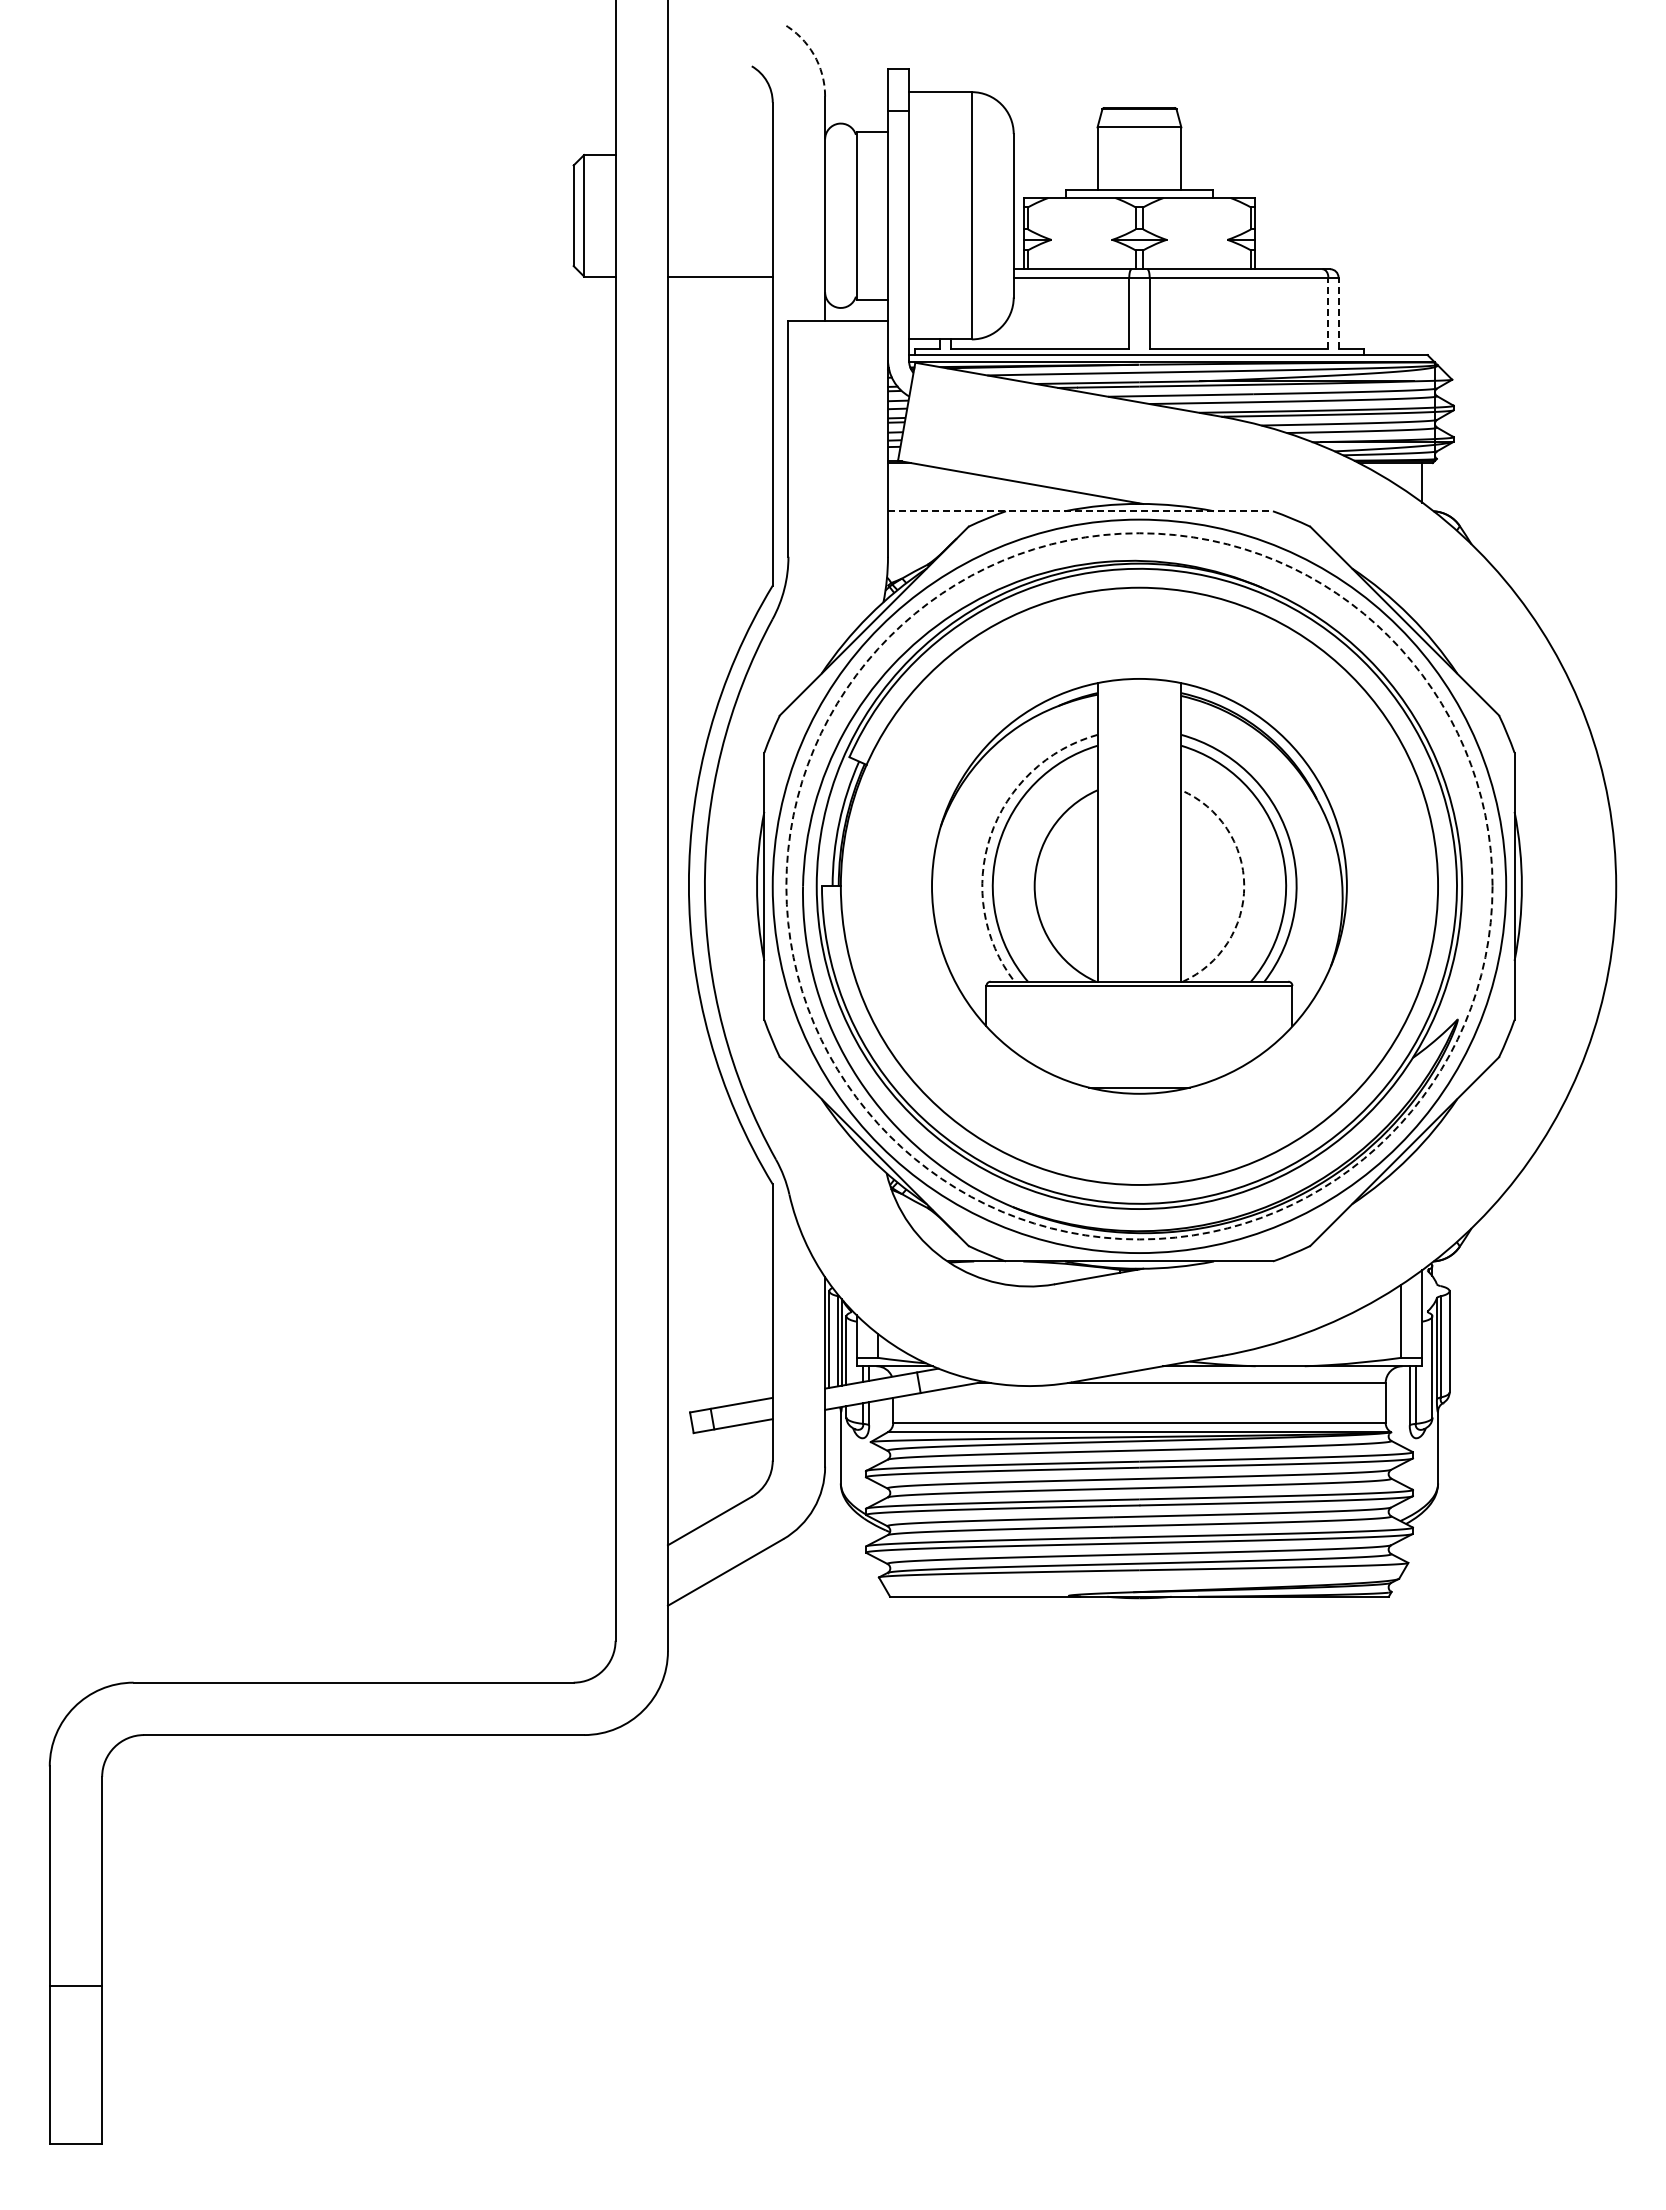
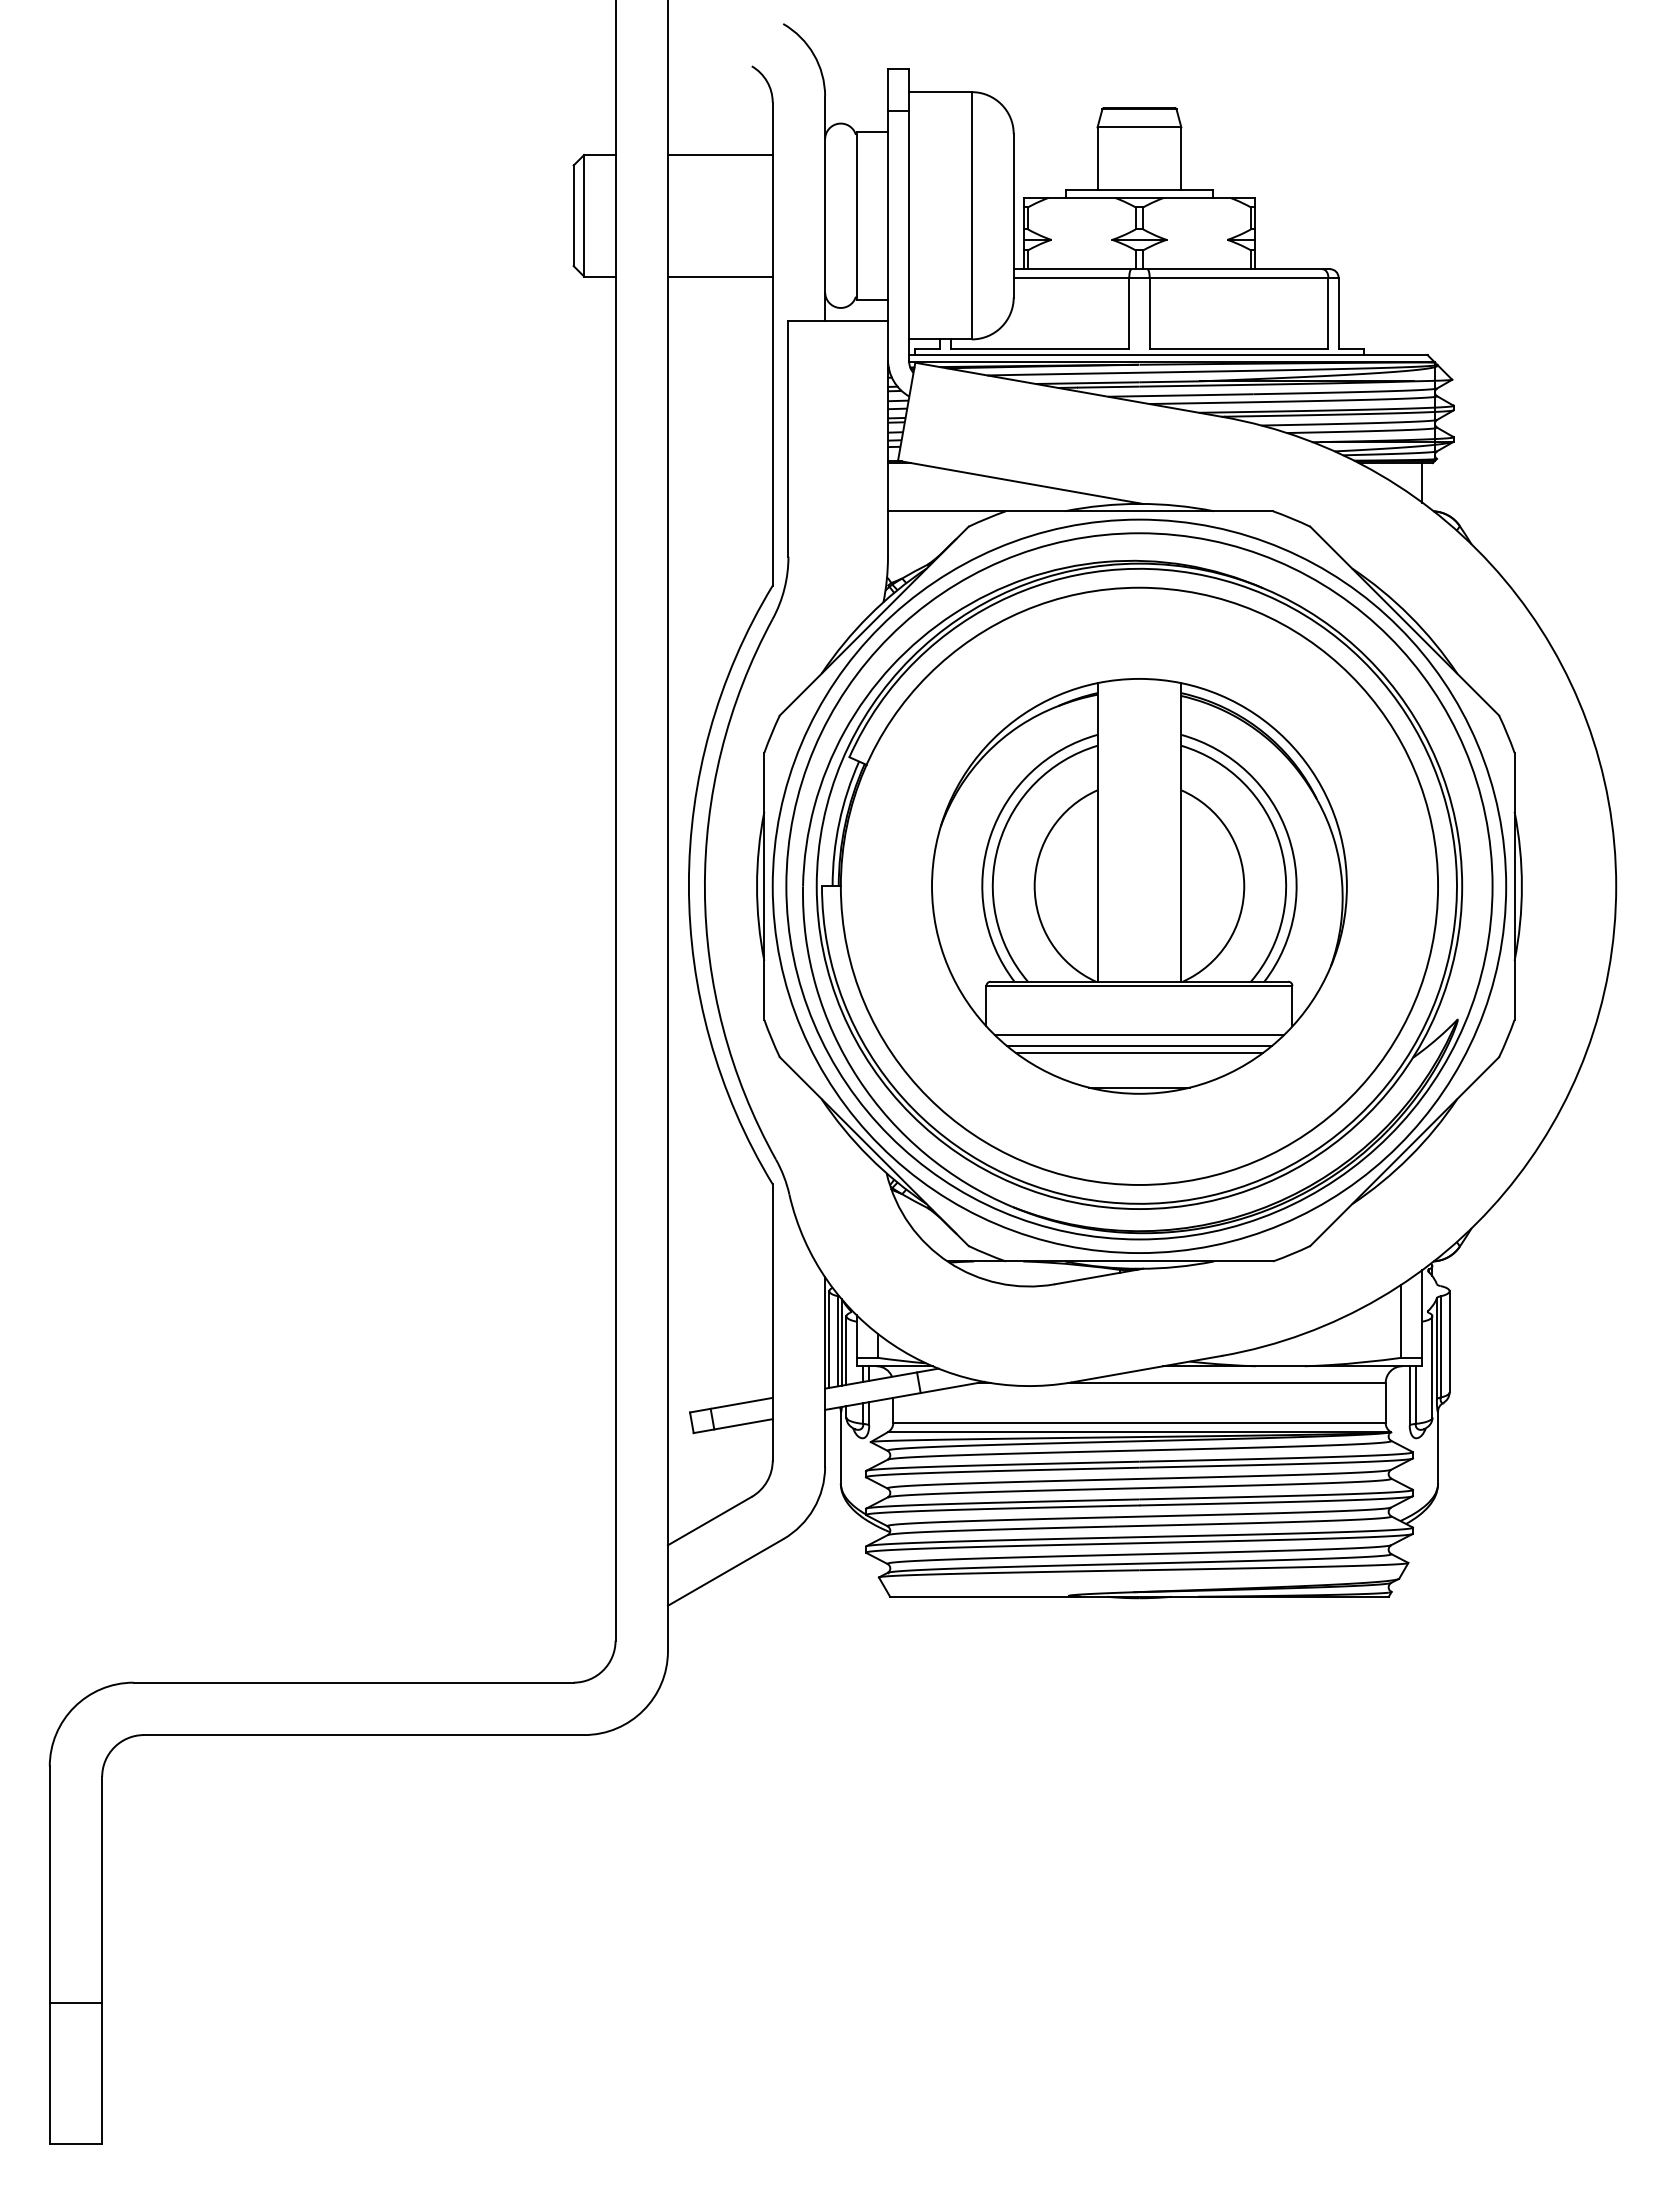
arc at (813, 54): dashed -> solid
line at (719, 155): none -> present
line at (1328, 313): dashed -> solid
line at (1338, 313): dashed -> solid
line at (1081, 511): dashed -> solid
arc at (990, 836): dashed -> solid
arc at (1244, 885): dashed -> solid
circle at (1139, 886): dashed -> solid
line at (1139, 1035): none -> present
line at (1139, 1045): none -> present
line at (1139, 1052): none -> present
line at (75, 1986) position: (75, 1986) -> (75, 2003)
